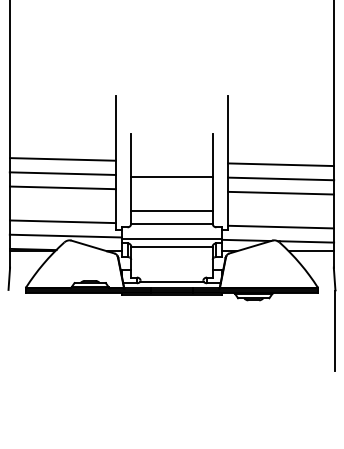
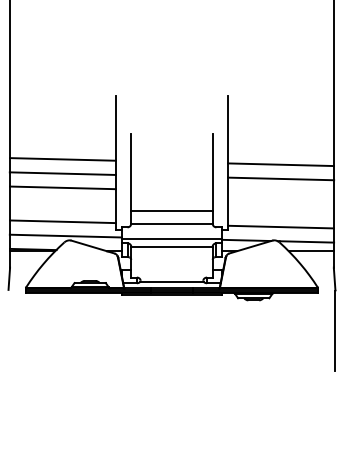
line at (171, 176): present -> none
line at (280, 192): present -> none
